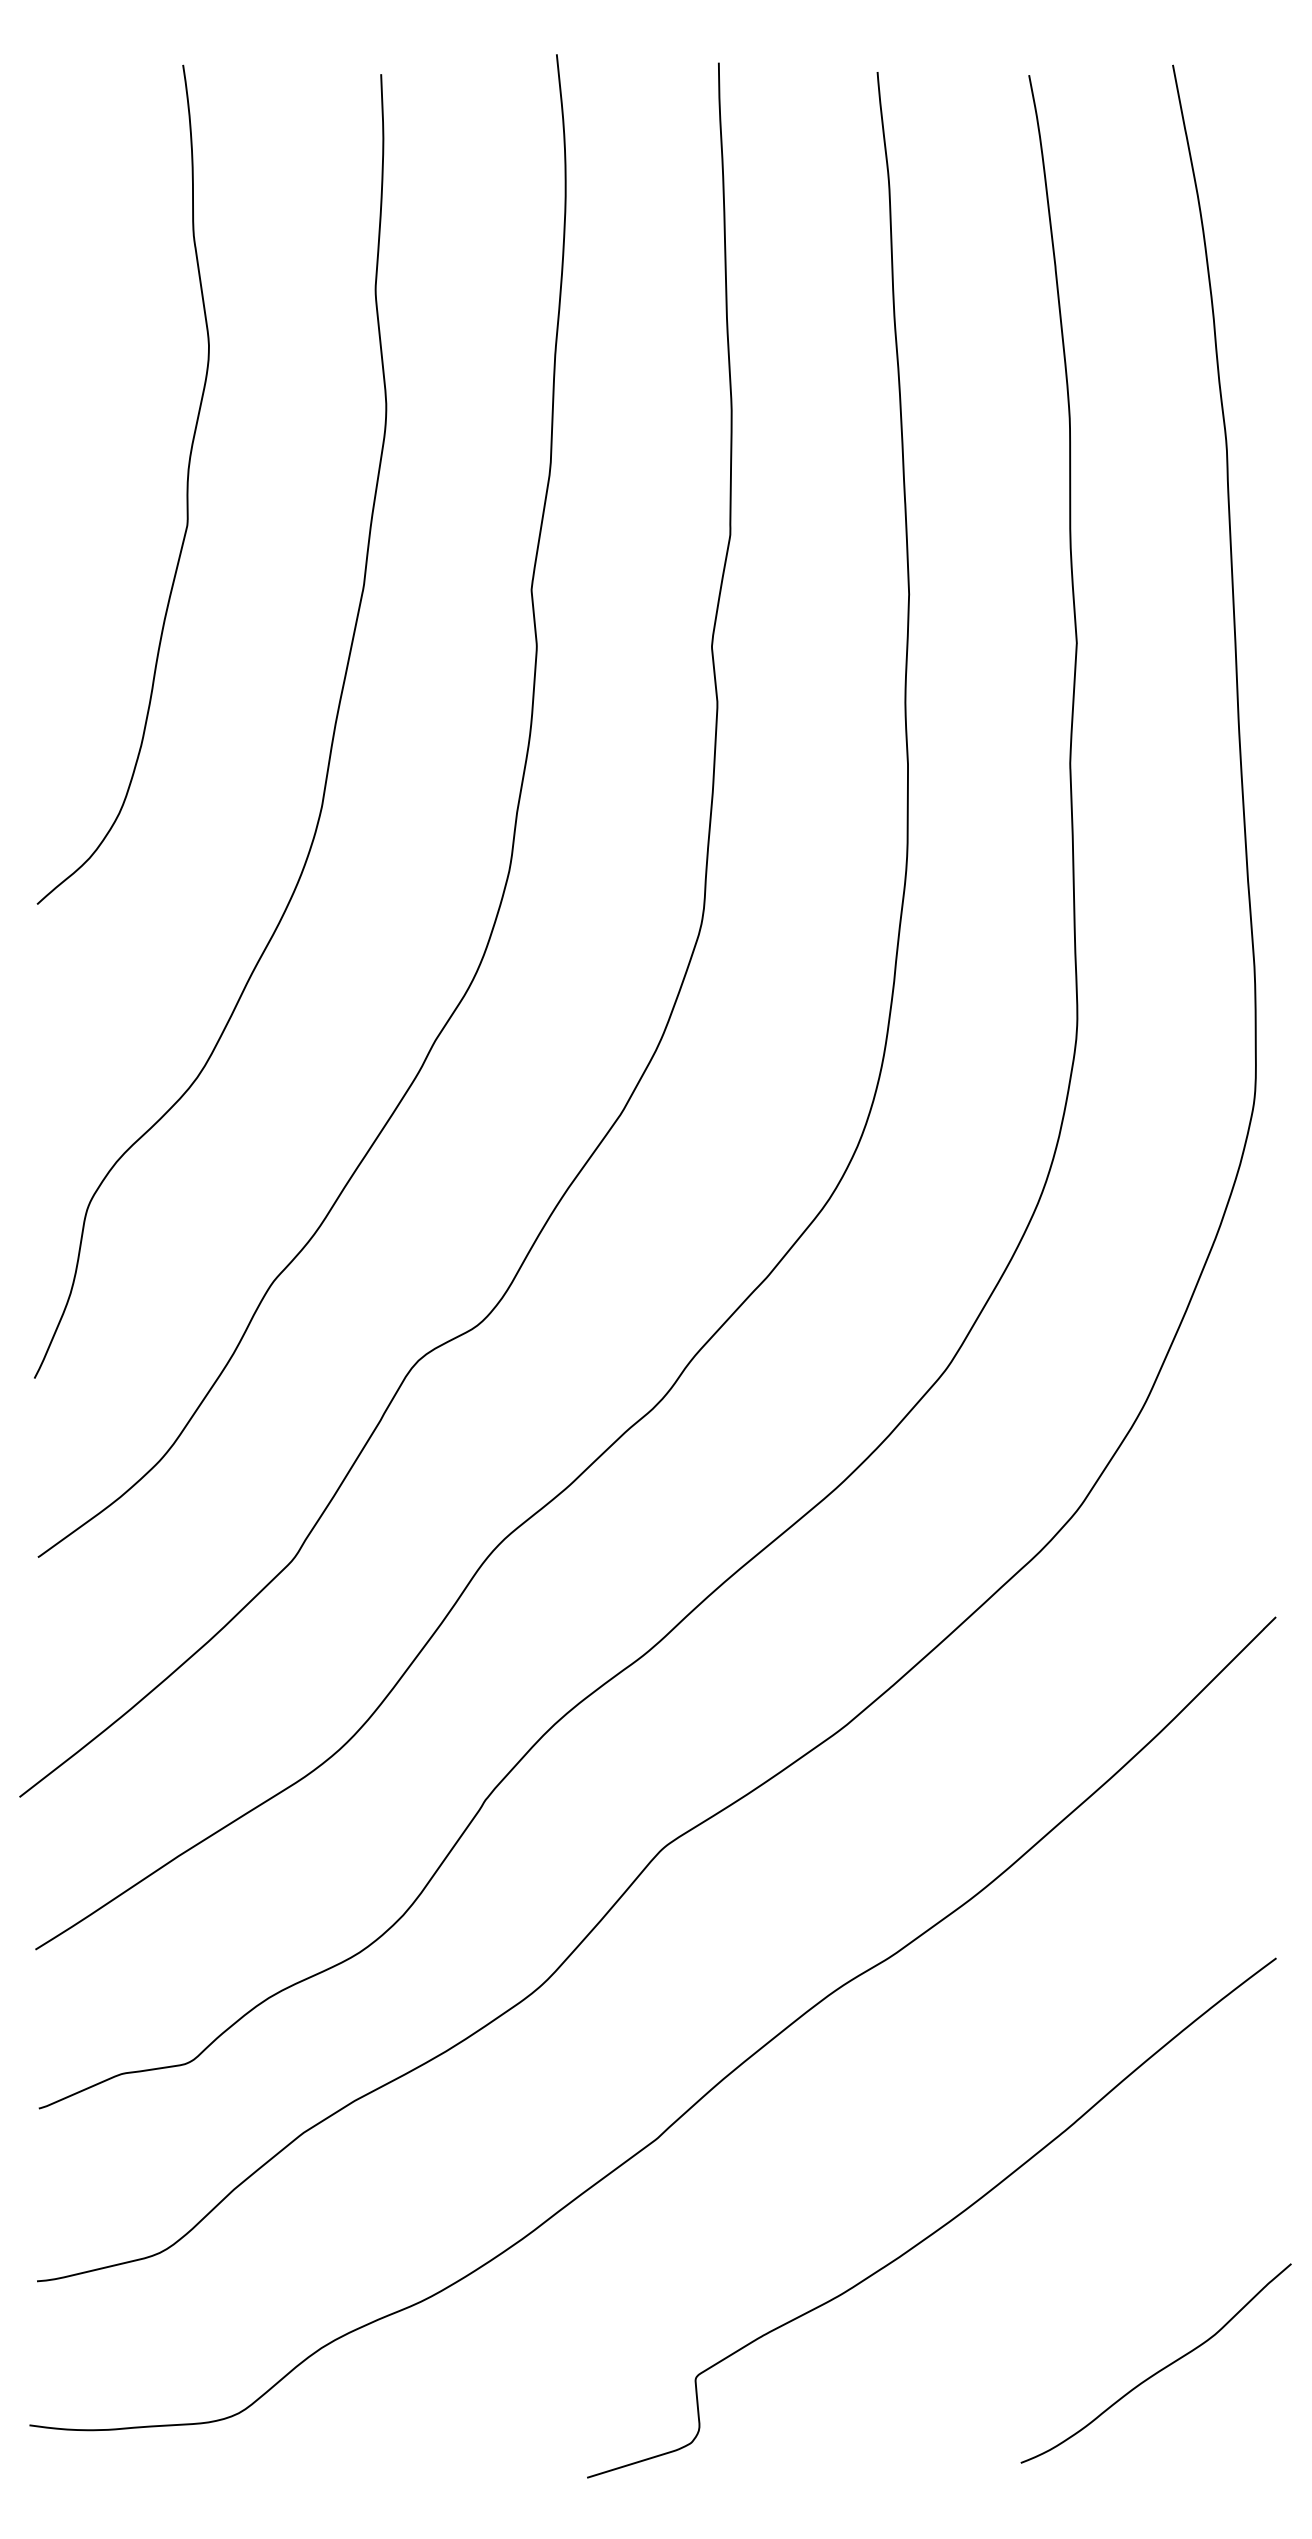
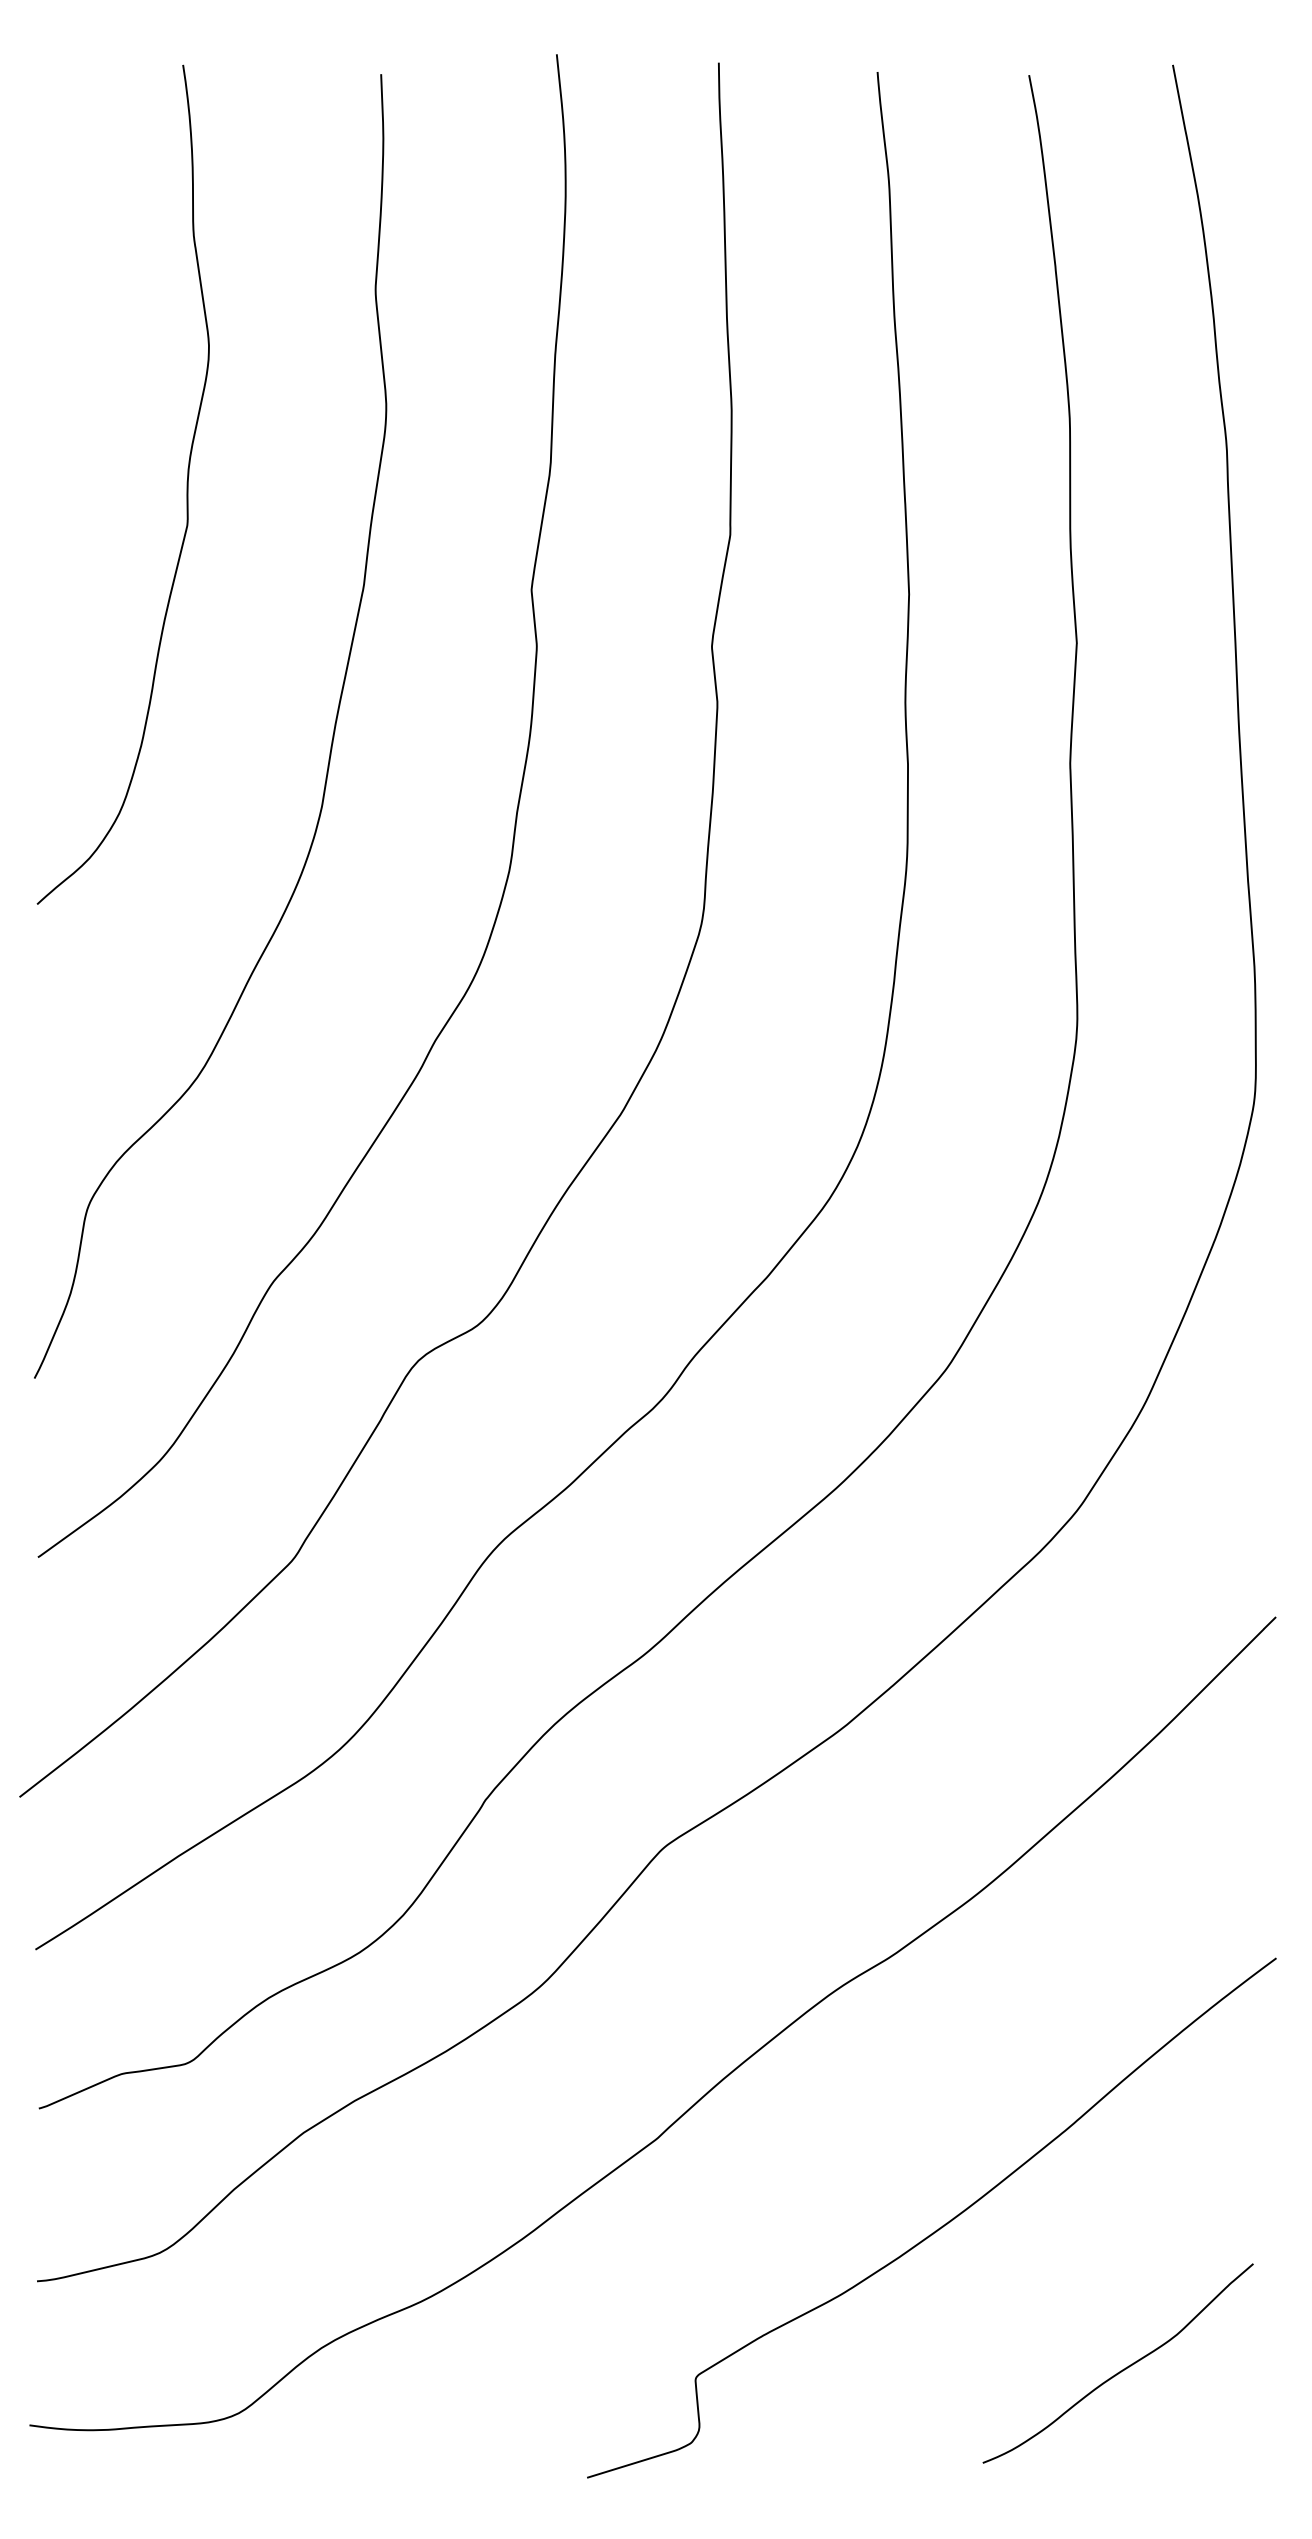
curve at (1158, 2370) position: (1158, 2370) -> (1120, 2370)
